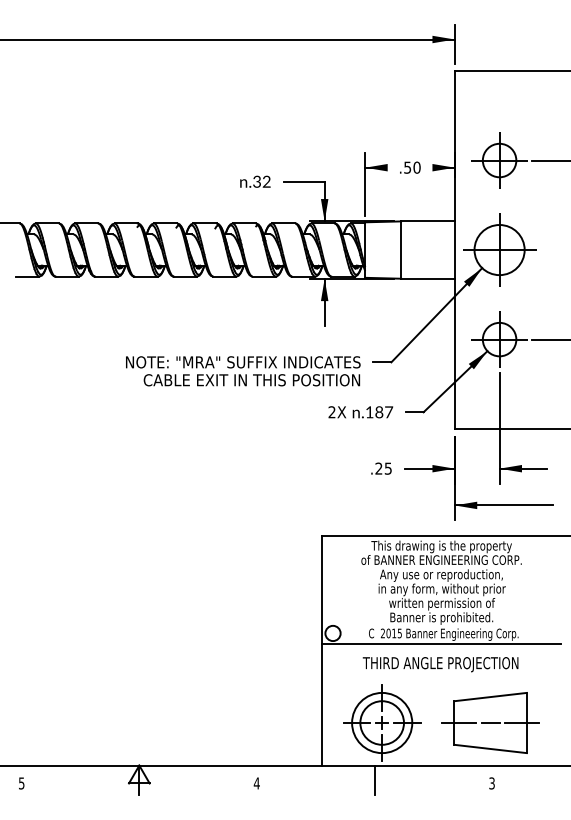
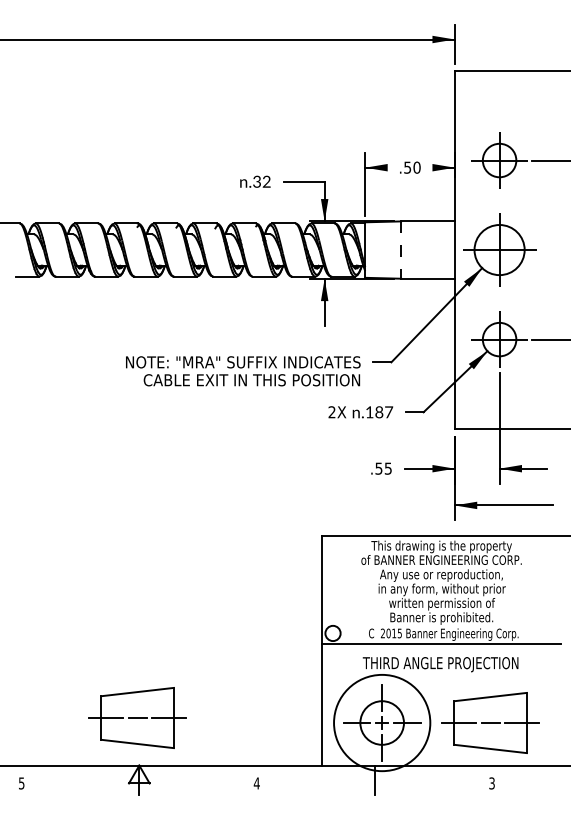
line at (401, 250): solid -> dashed
text at (378, 468): .25 -> .55
part at (137, 717): none -> present
circle at (382, 722) diameter: 60 px -> 96 px
